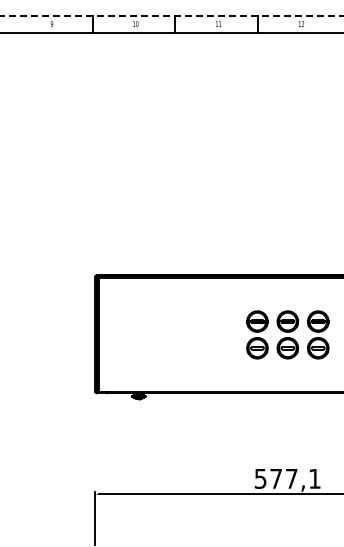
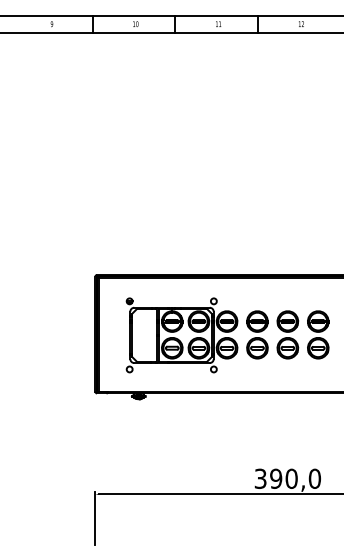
line at (171, 16): dashed -> solid
part at (181, 335): none -> present
text at (287, 478): 577,1 -> 390,0
